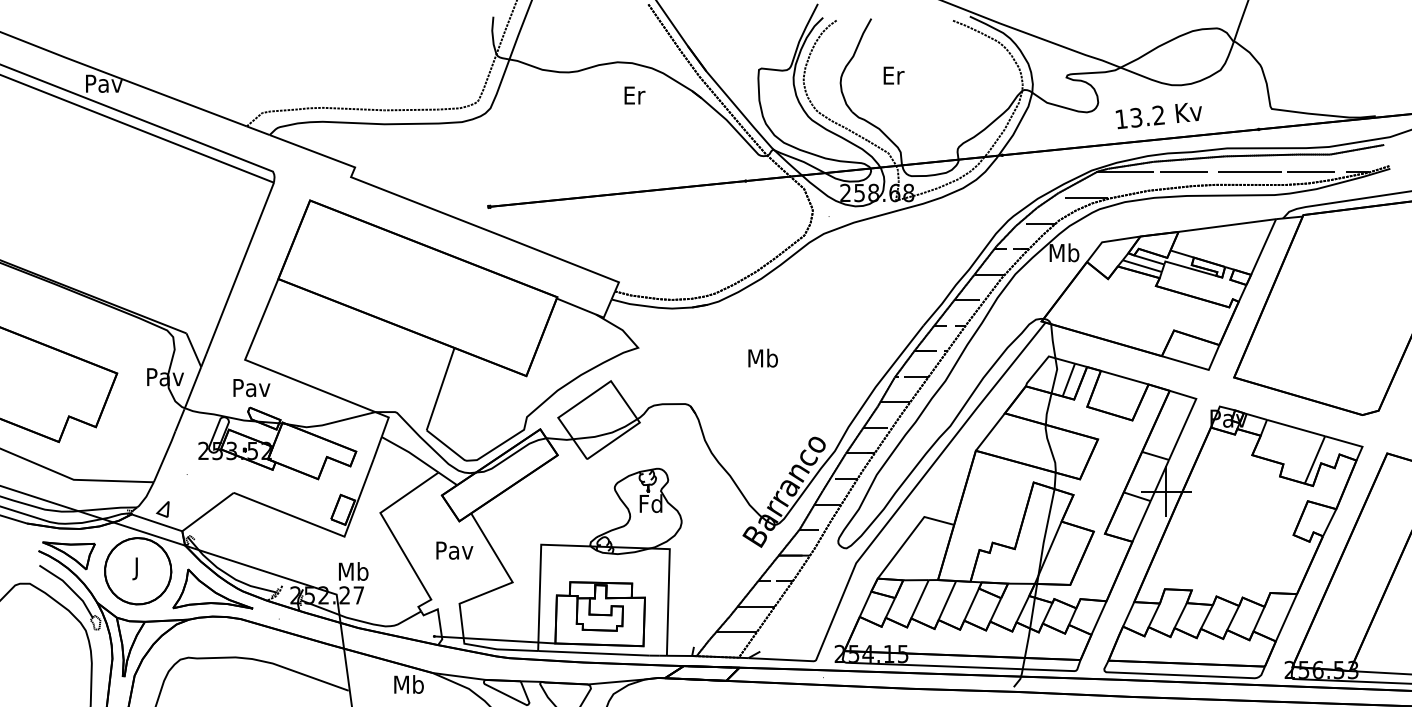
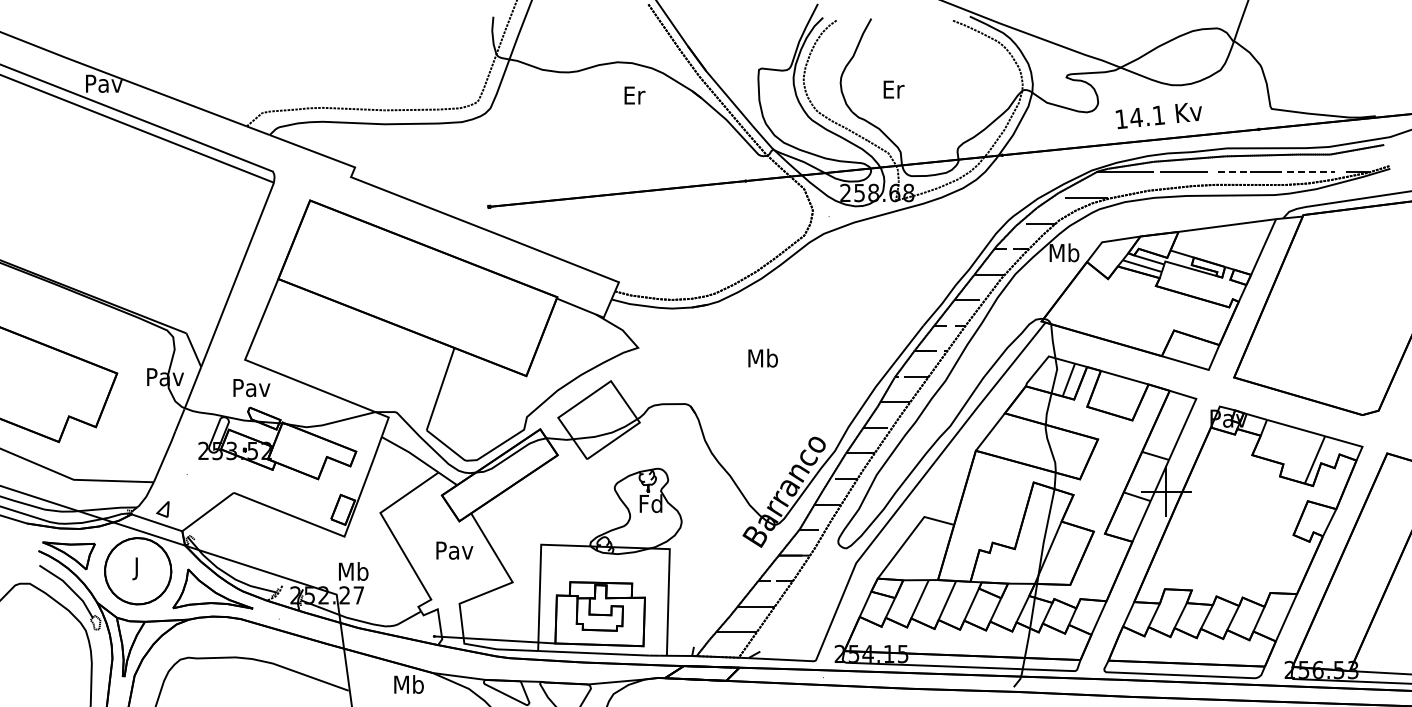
text at (893, 75) position: (893, 75) -> (893, 89)
text at (1147, 116): 13.2 -> 14.1
line at (1234, 172): solid -> dashed
line at (1311, 172): solid -> dashed
